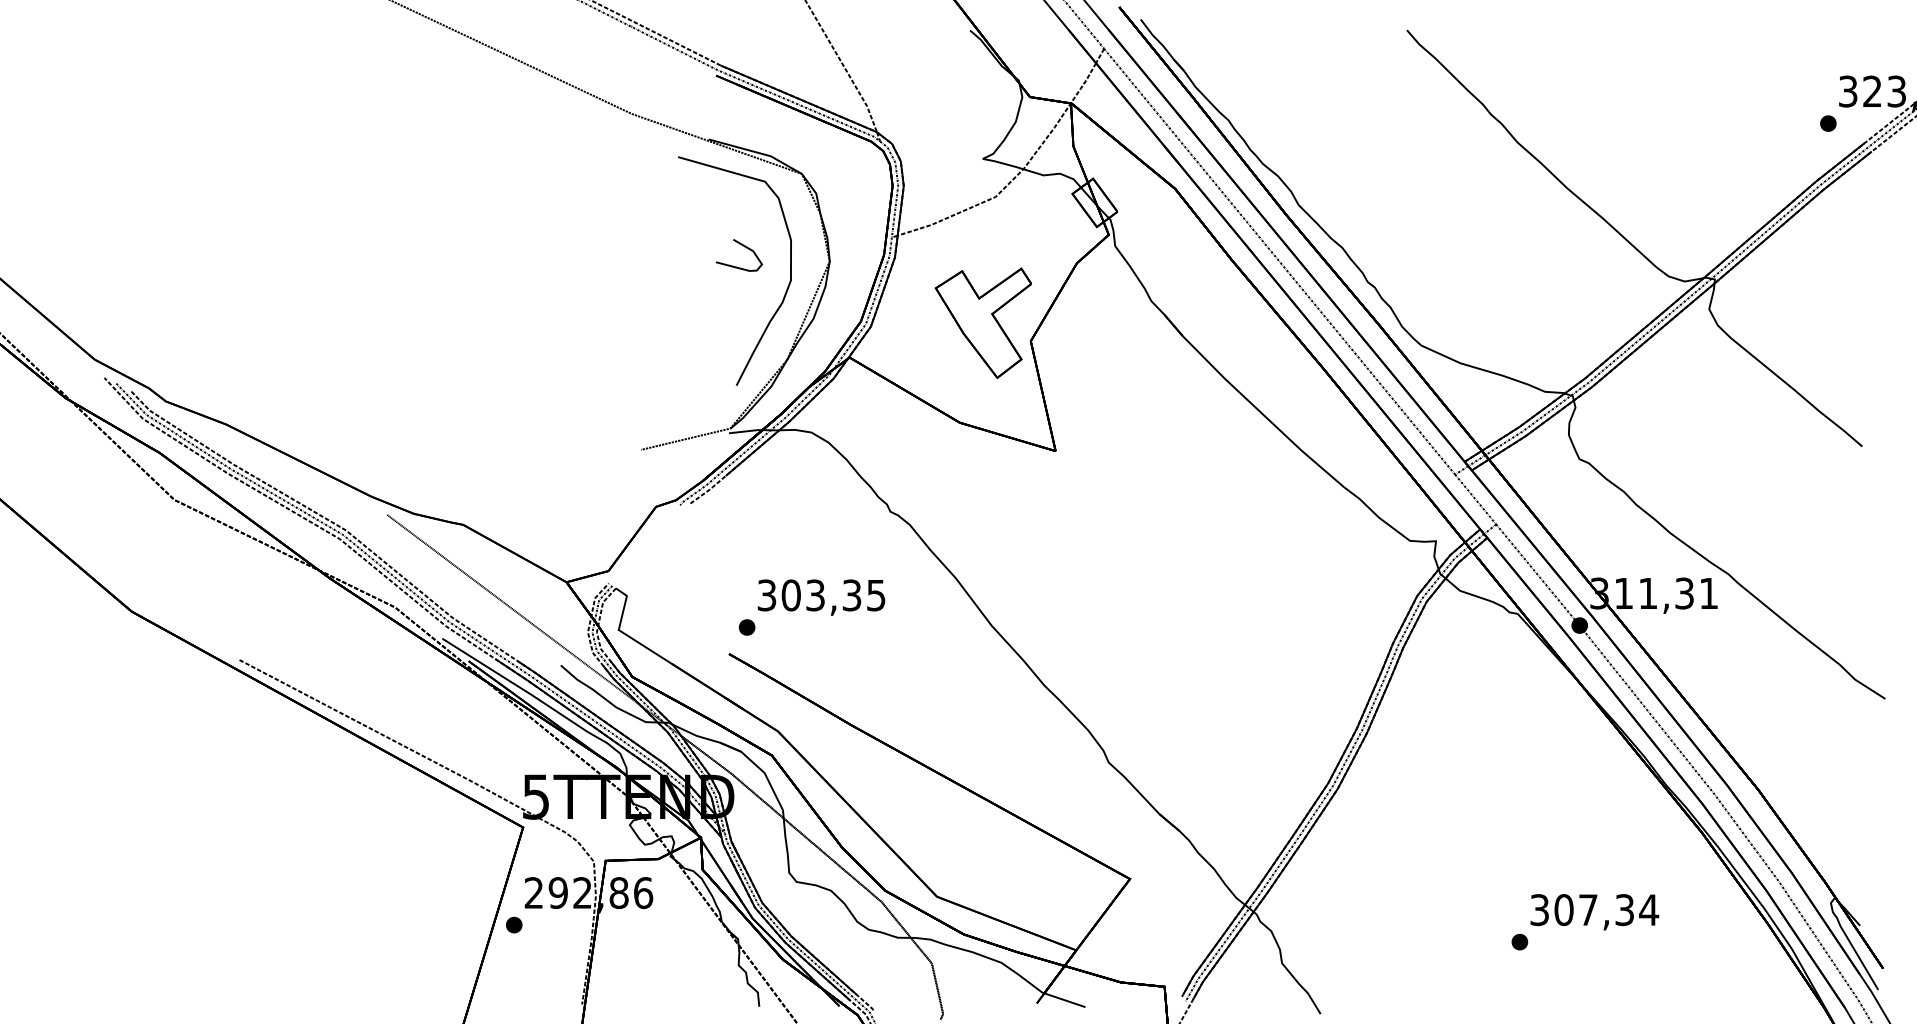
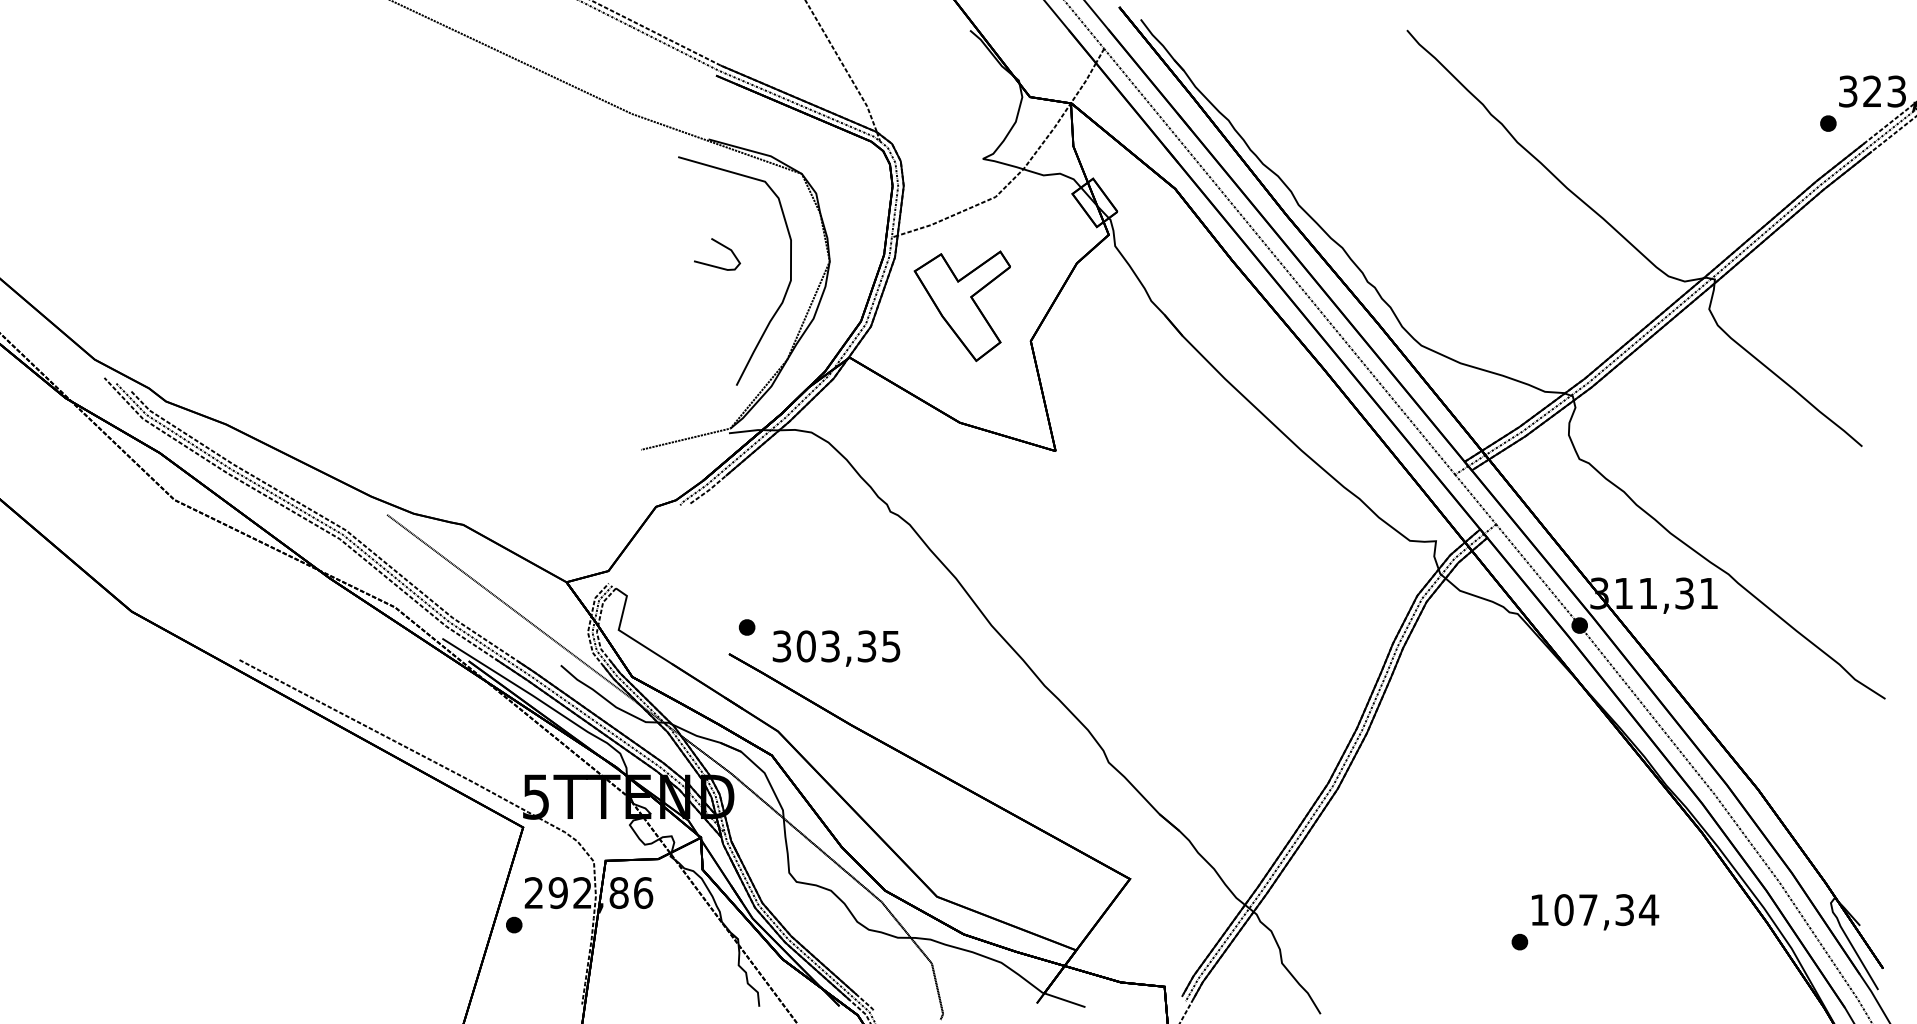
curve at (744, 247) position: (744, 247) -> (722, 246)
part at (982, 322) position: (982, 322) -> (961, 305)
text at (821, 597) position: (821, 597) -> (836, 648)
text at (1539, 910): 307,34 -> 107,34
